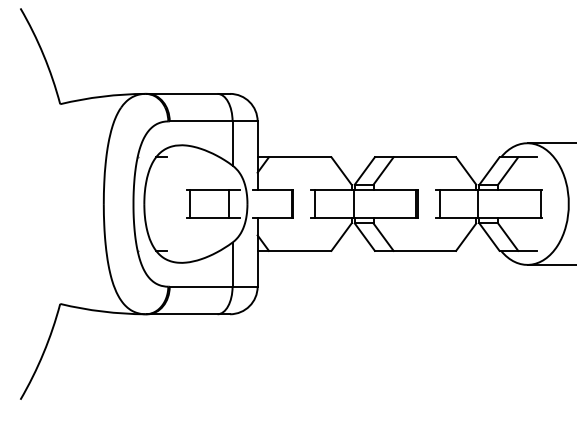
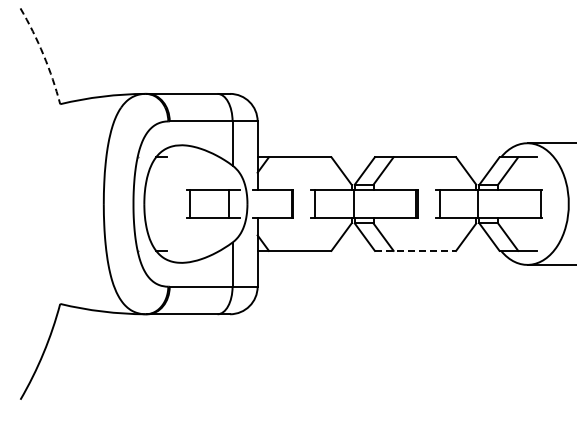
arc at (43, 54): solid -> dashed
line at (415, 250): solid -> dashed
